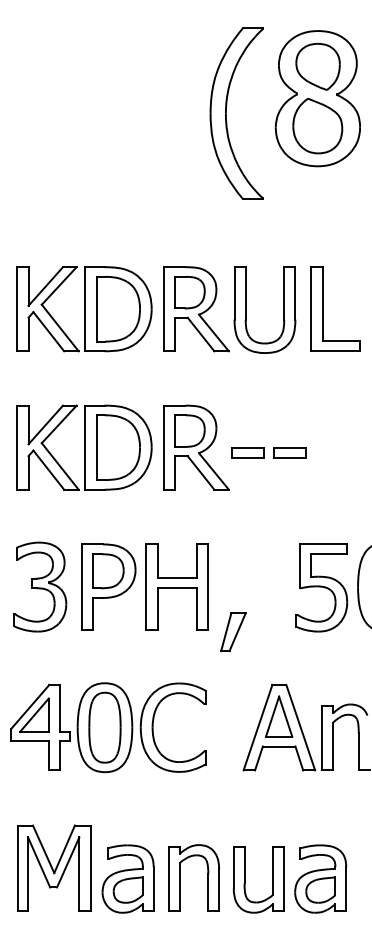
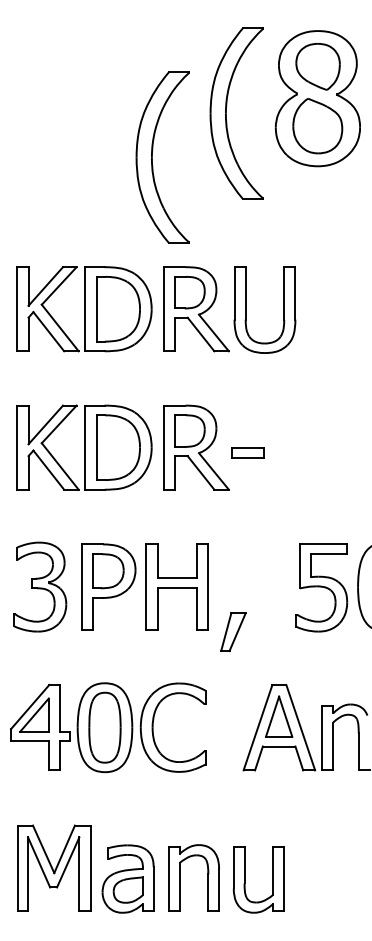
part at (152, 157): none -> present
part at (323, 308): present -> none
part at (289, 452): present -> none
part at (320, 878): present -> none
